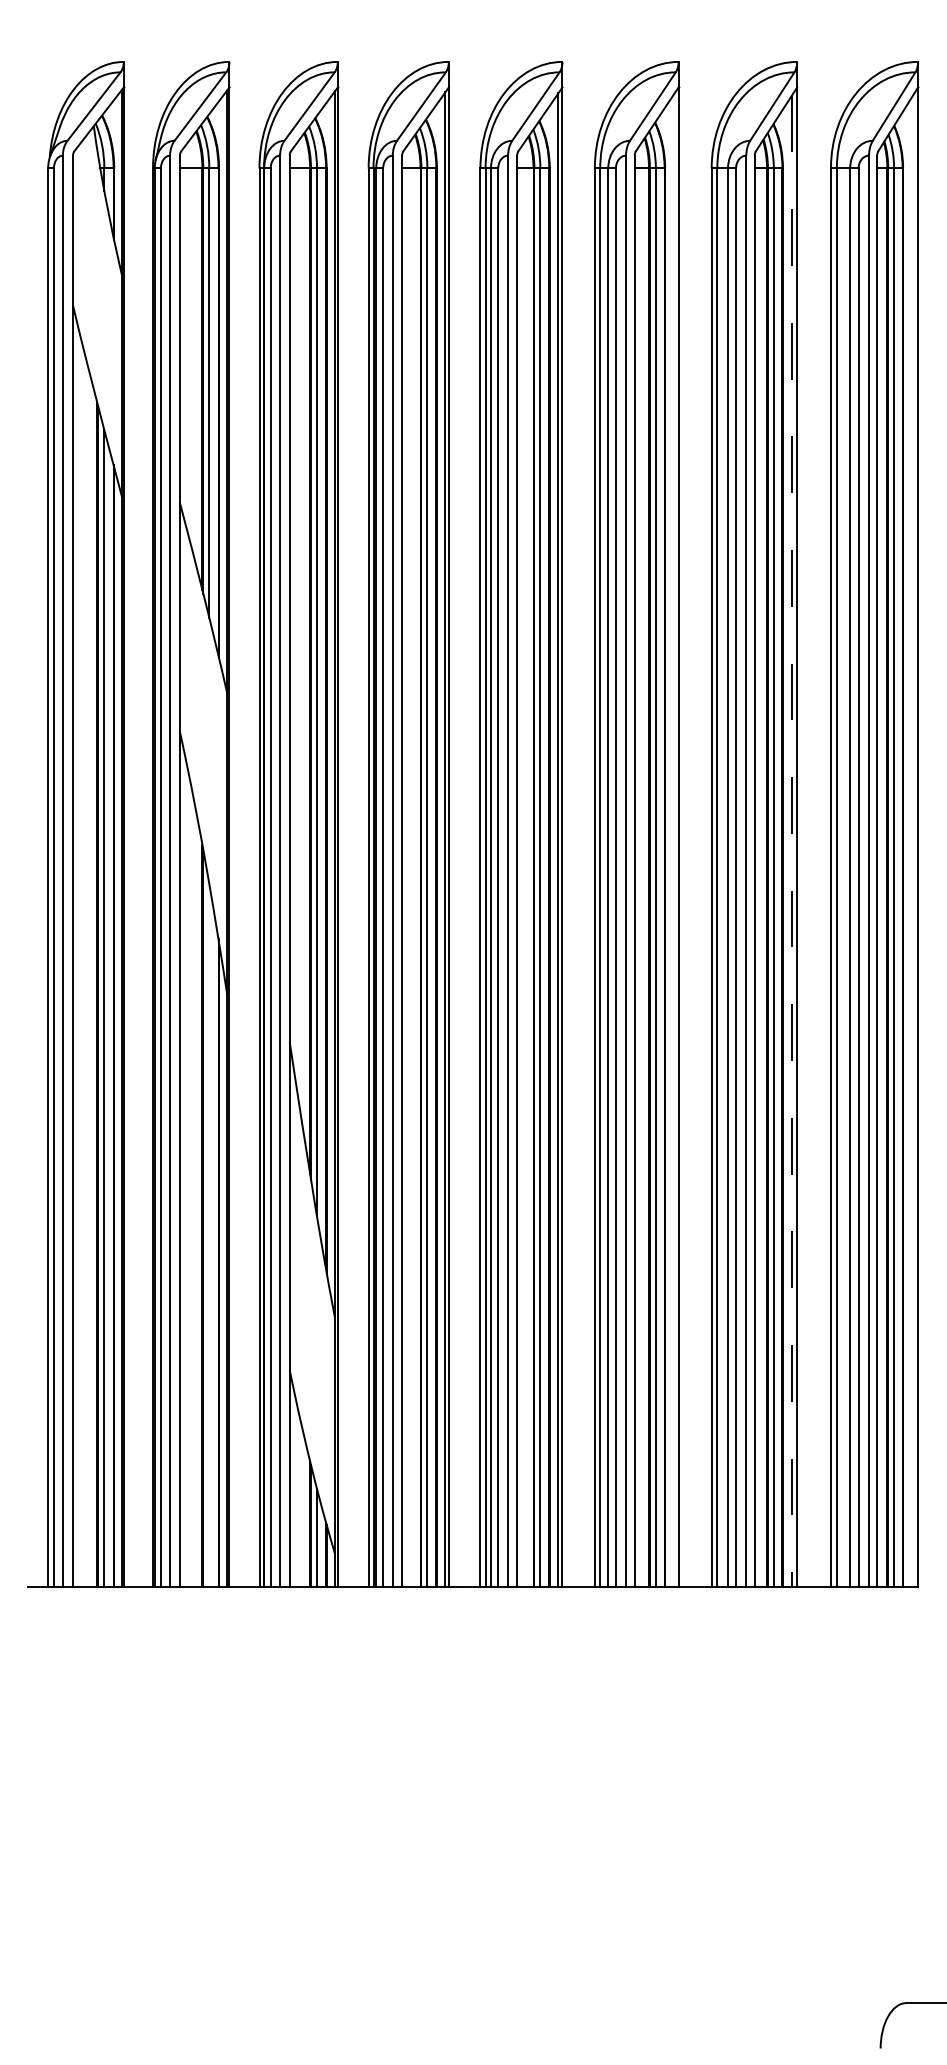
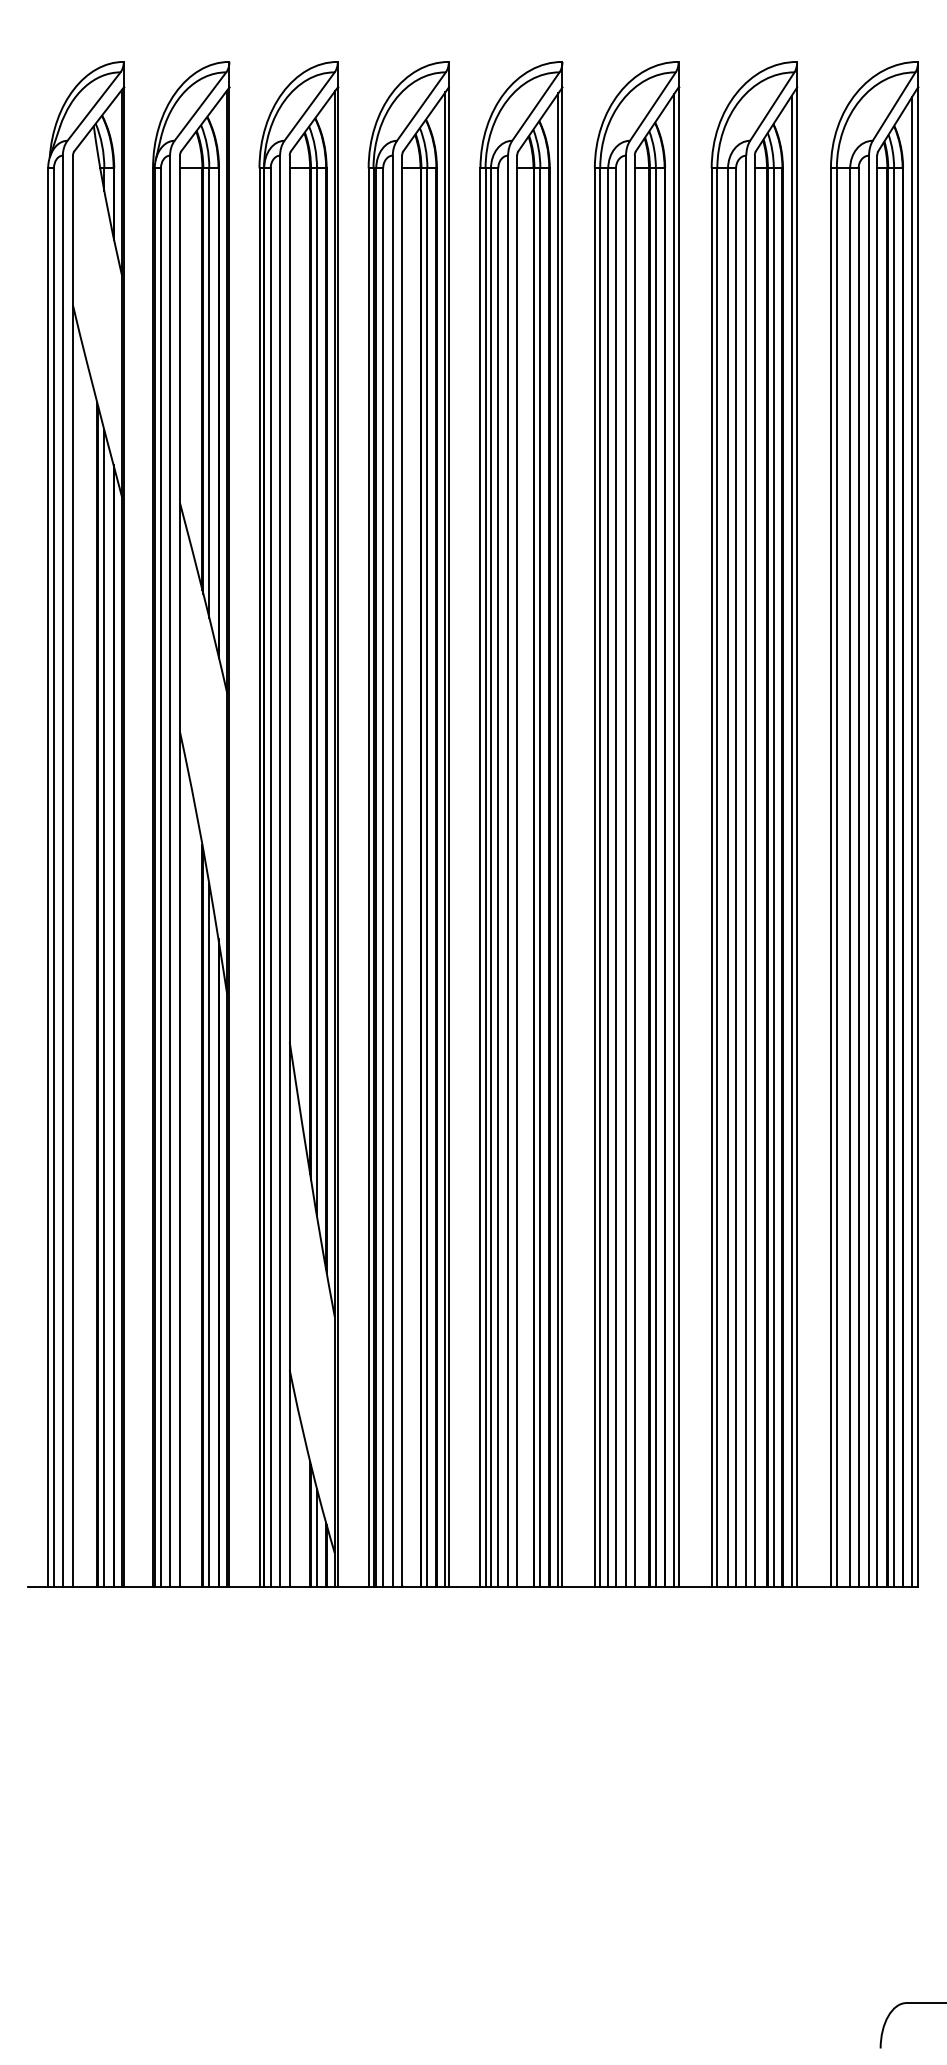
line at (673, 840): none -> present
line at (791, 841): dashed -> solid
line at (912, 841): none -> present
line at (209, 1235): none -> present
